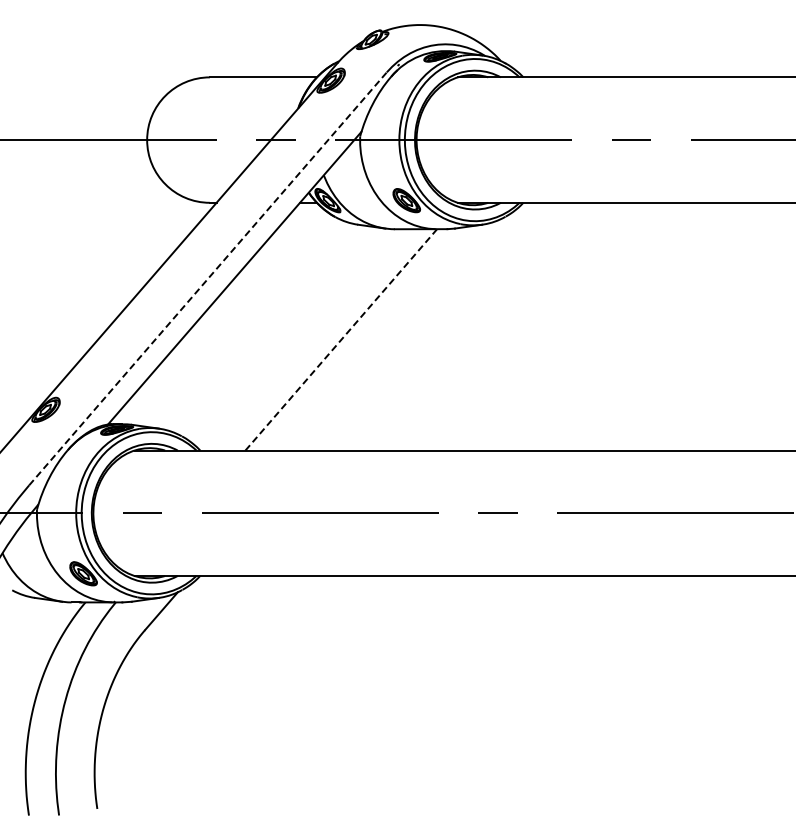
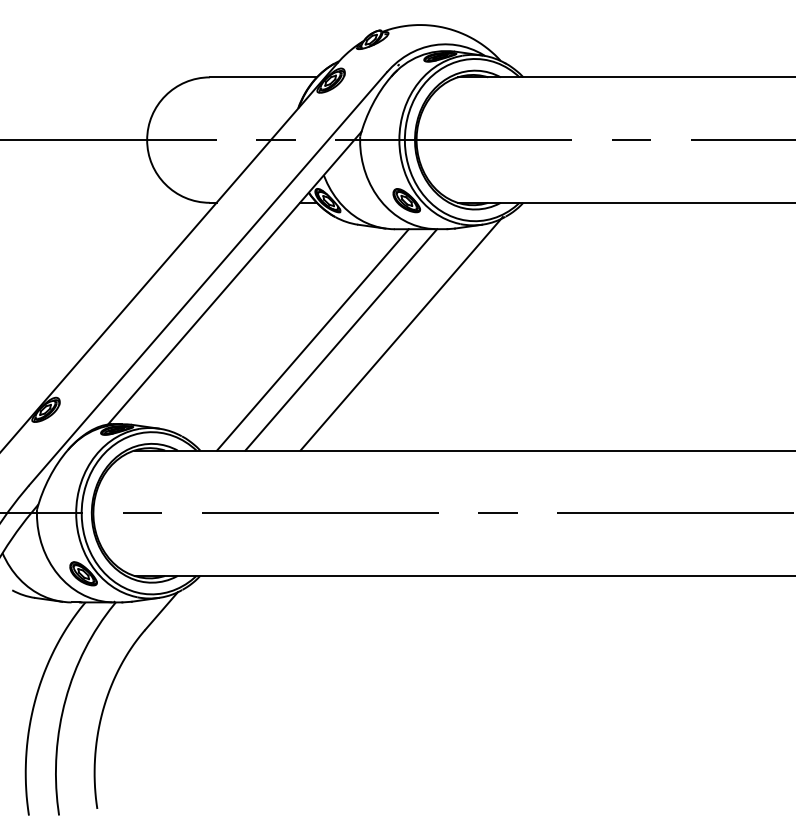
line at (208, 278): dashed -> solid
line at (401, 333): none -> present
line at (312, 339): none -> present
line at (341, 339): dashed -> solid
